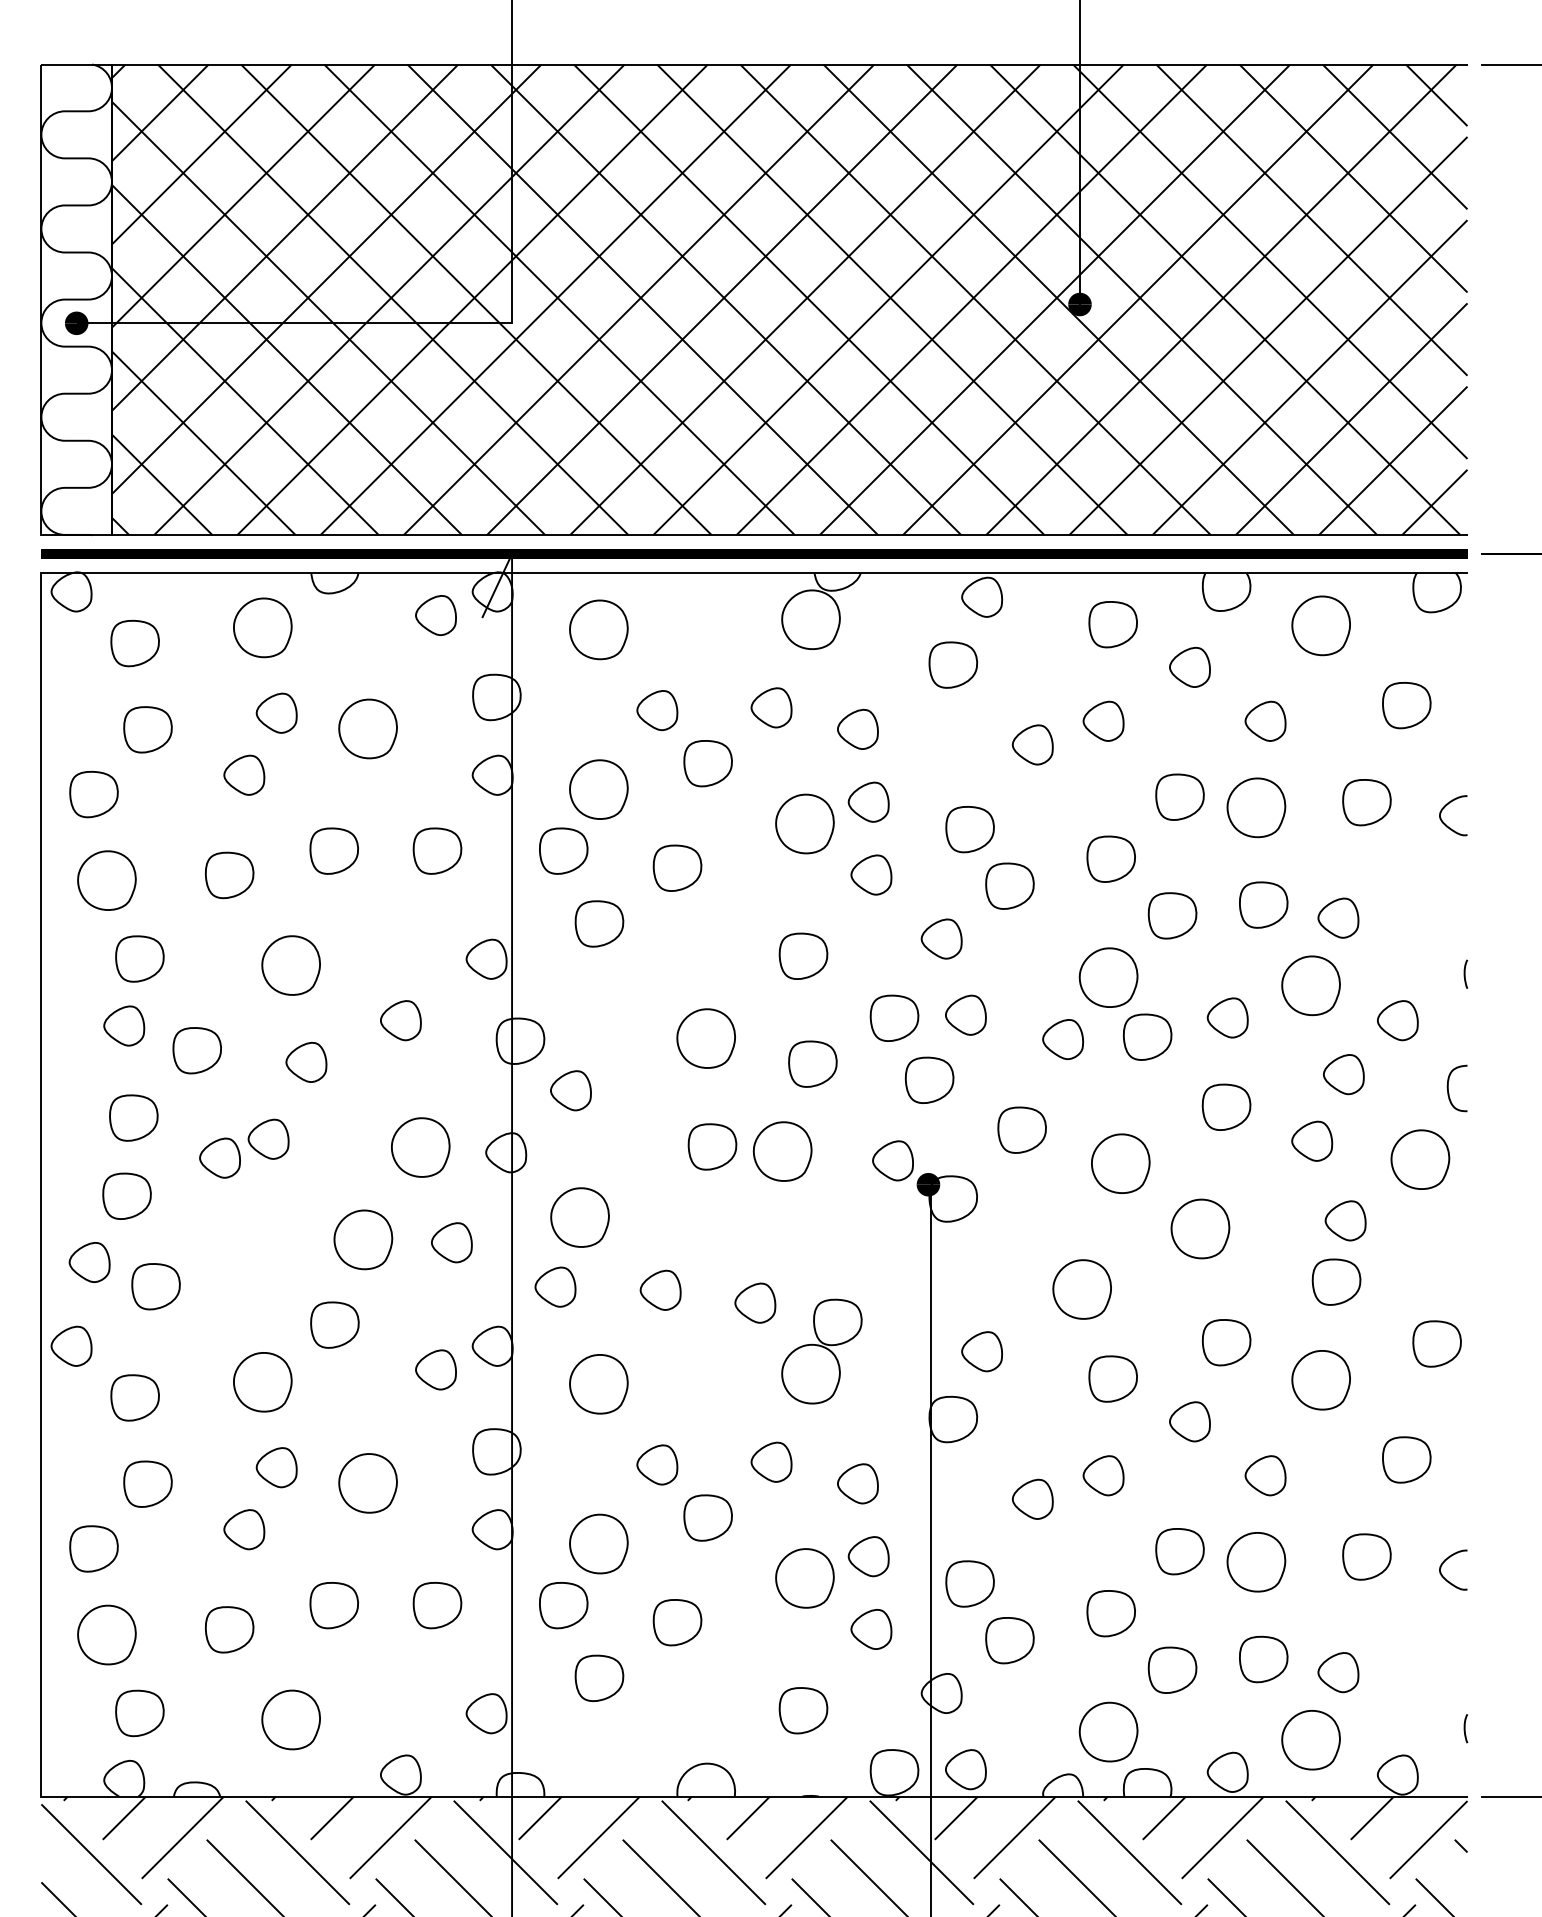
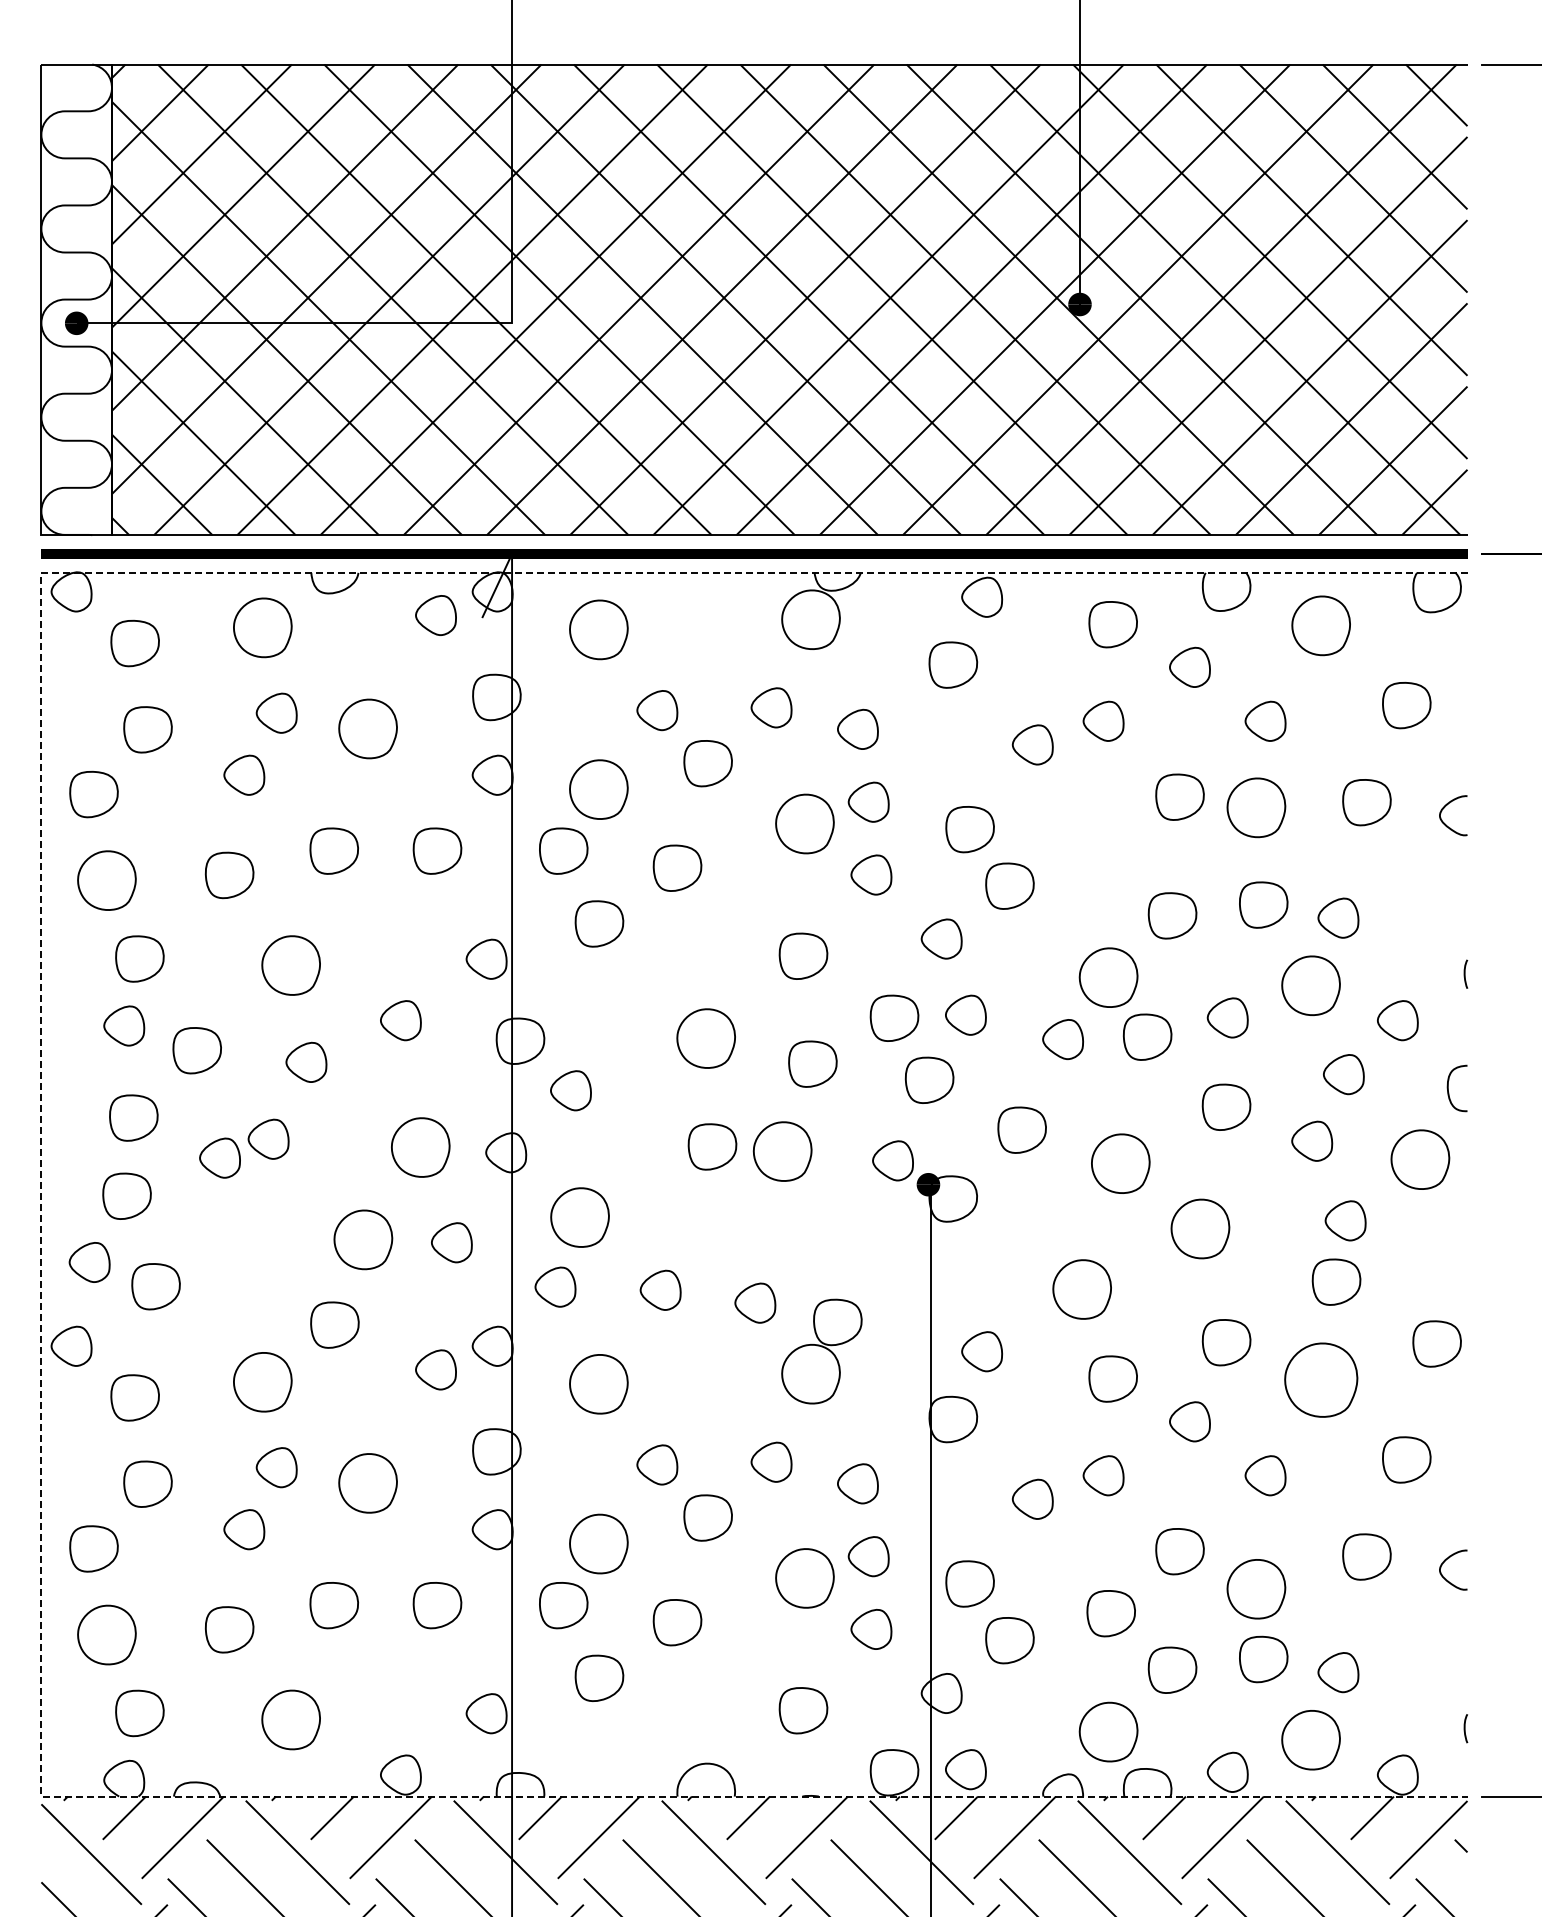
part at (1110, 858): present -> none
line at (41, 1184): solid -> dashed
part at (1320, 1380) size: 60x61 px -> 75x76 px
part at (1256, 1562) position: (1256, 1562) -> (1256, 1589)
